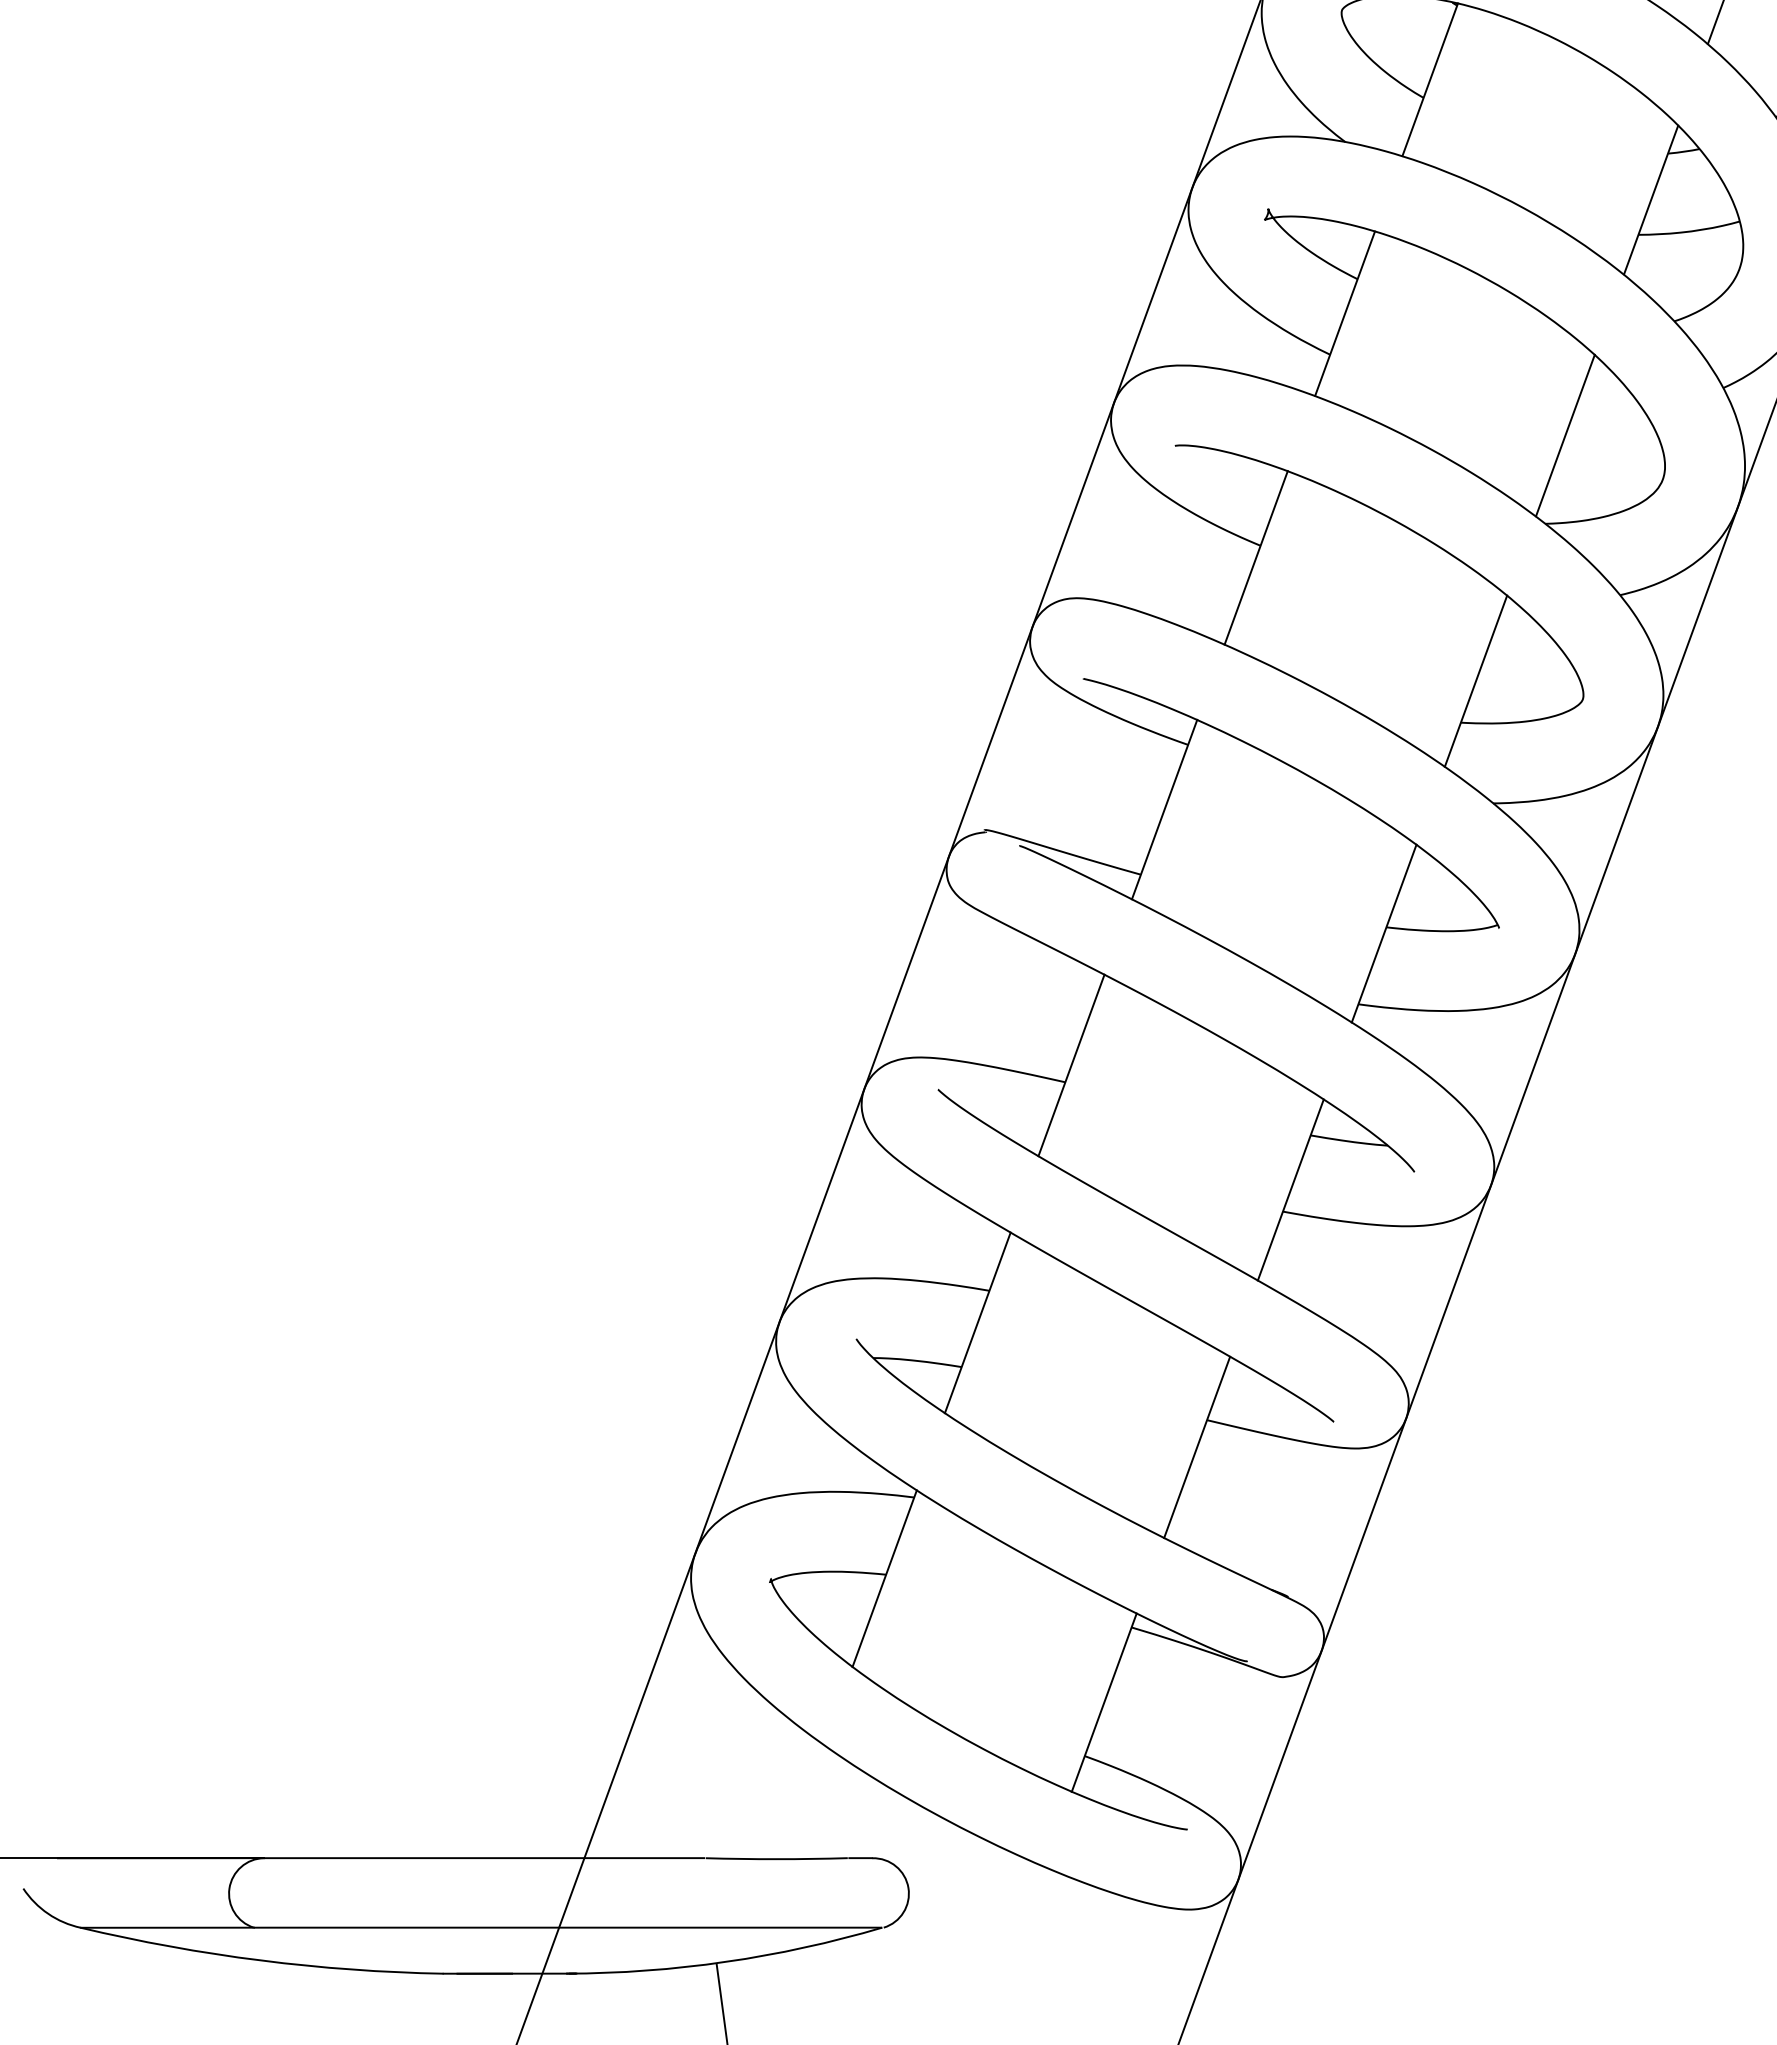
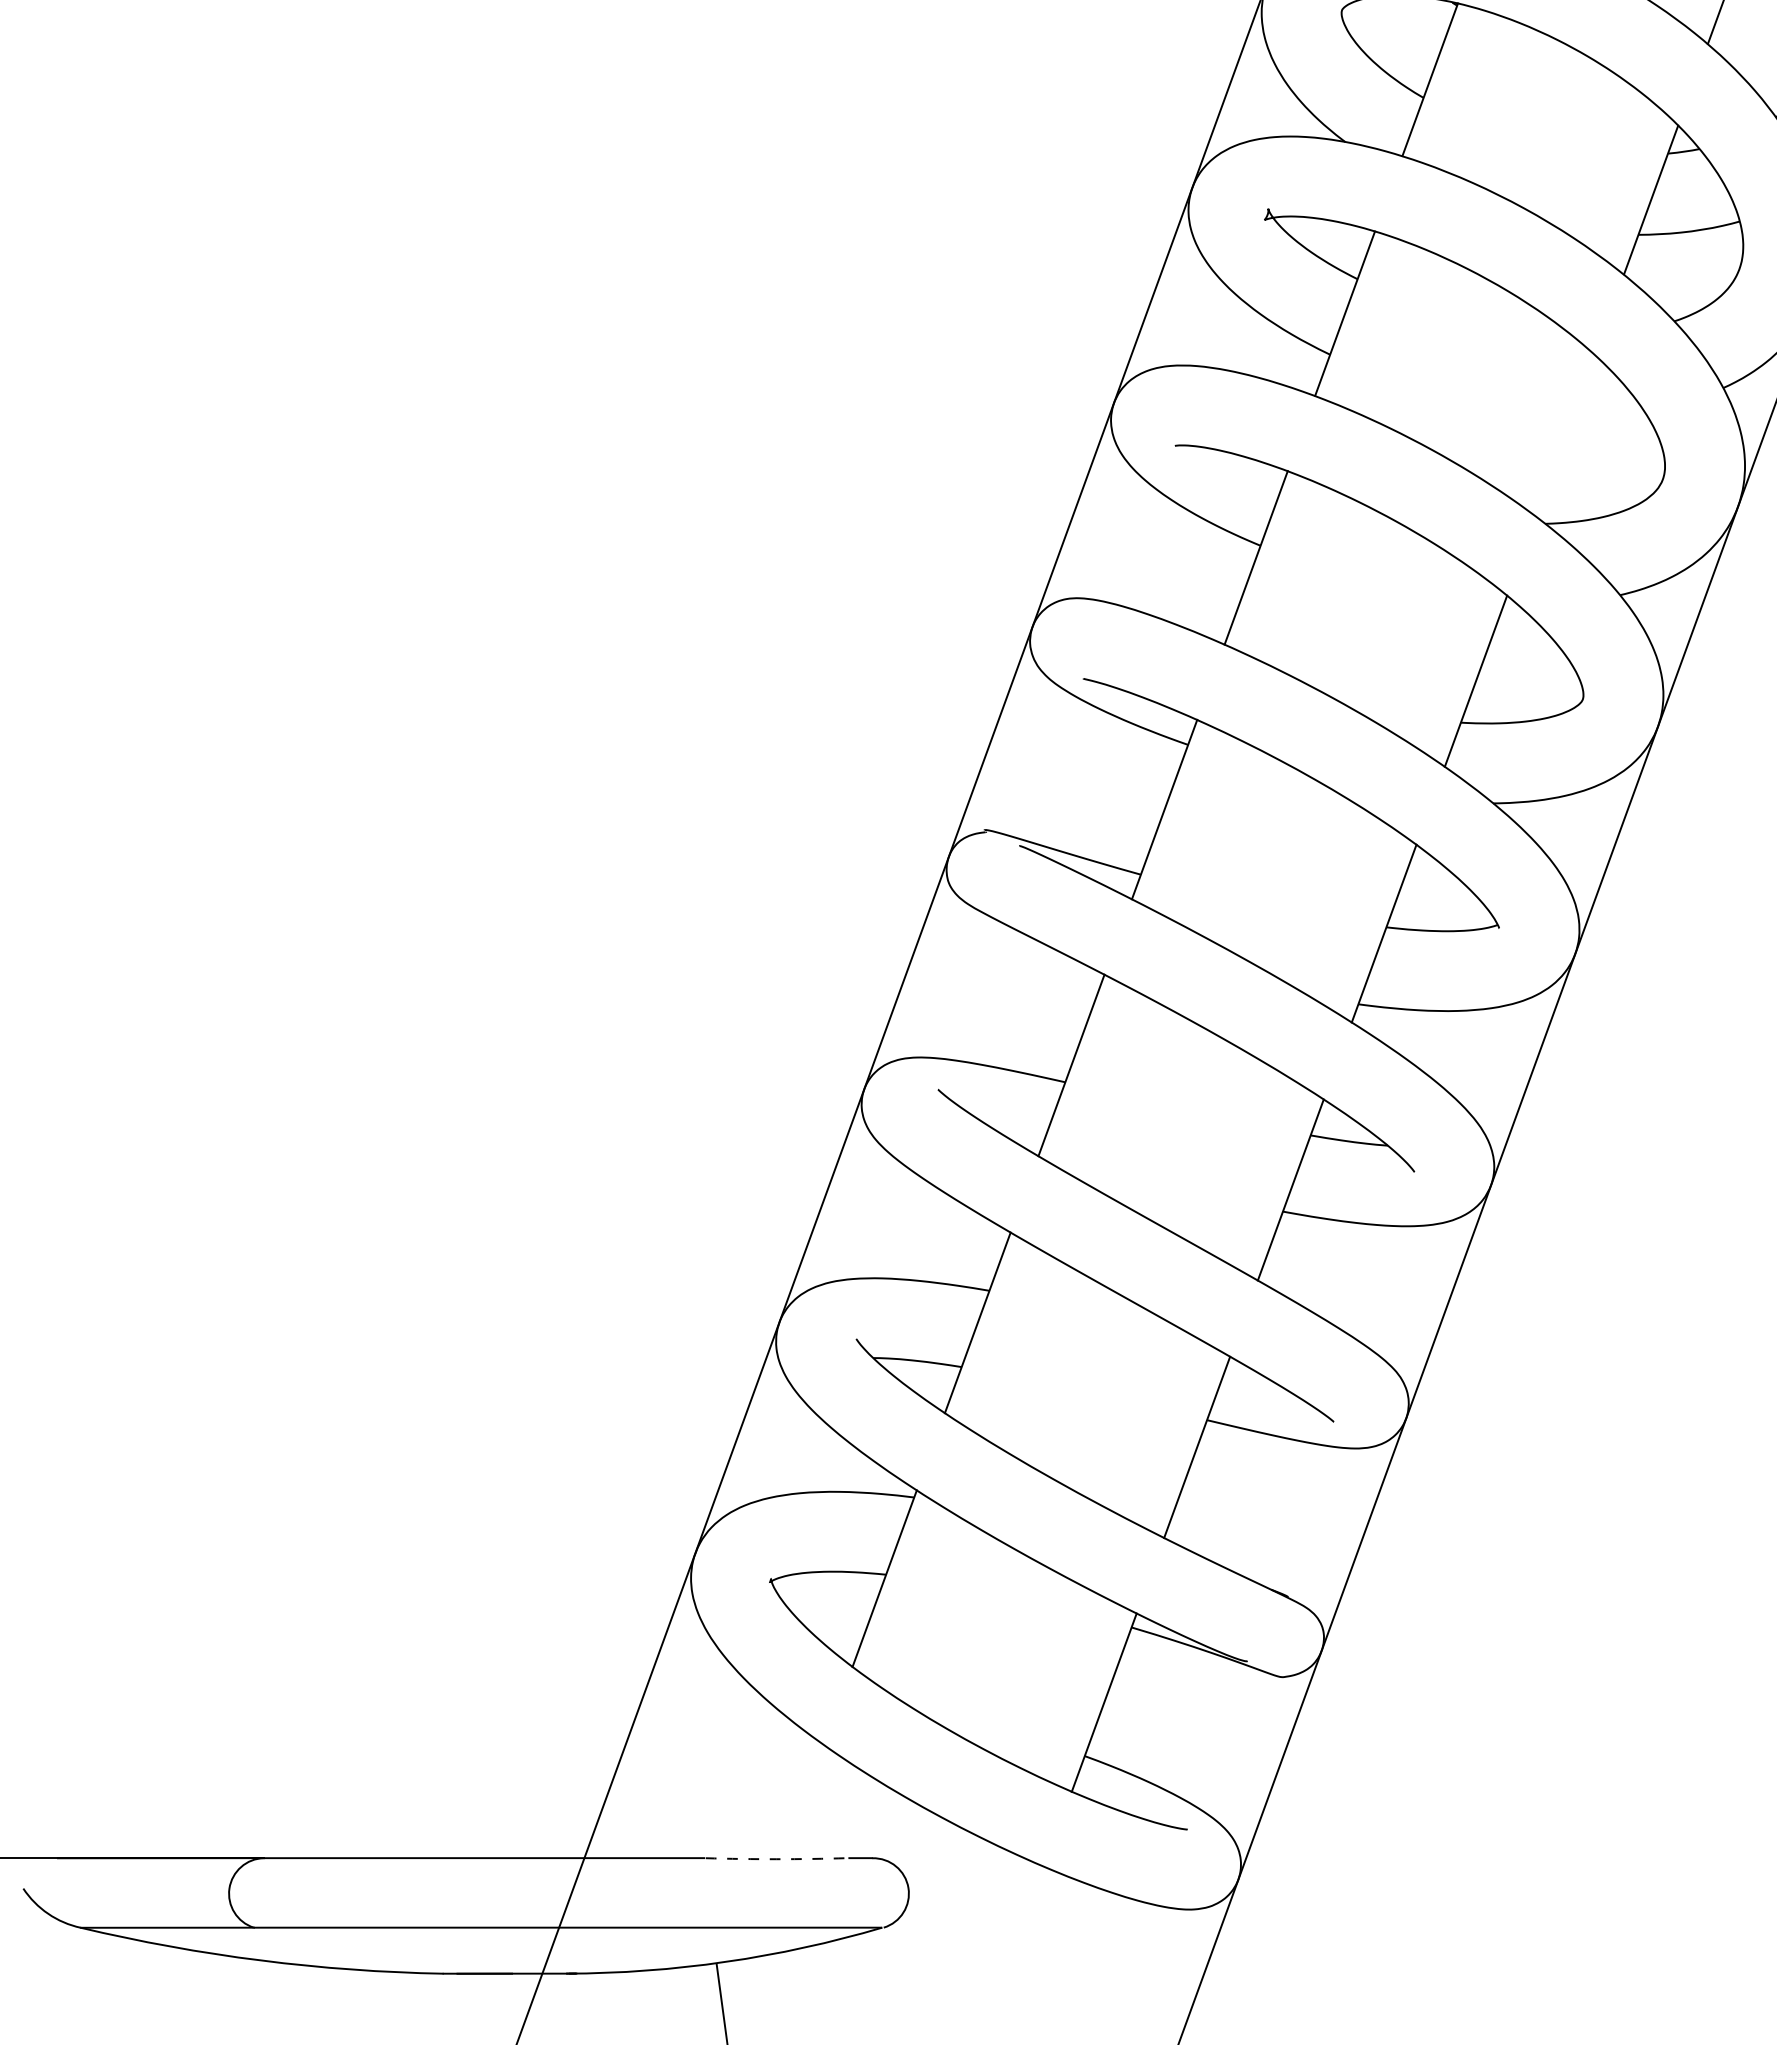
line at (1564, 435): present -> none
arc at (776, 1859): solid -> dashed
